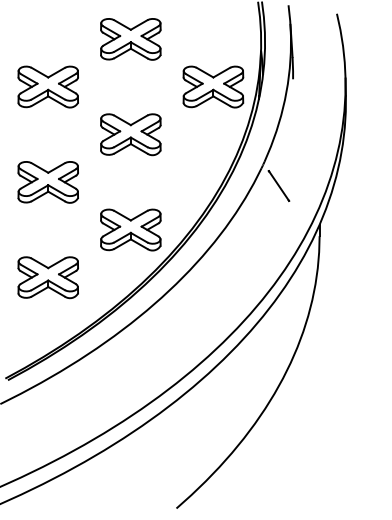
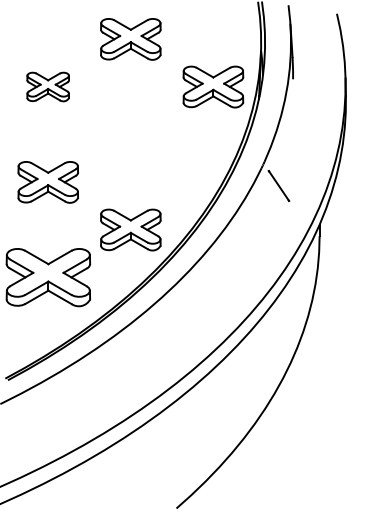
part at (47, 86) size: 62x44 px -> 44x32 px
part at (130, 134): present -> none
part at (47, 277) size: 62x44 px -> 87x60 px
